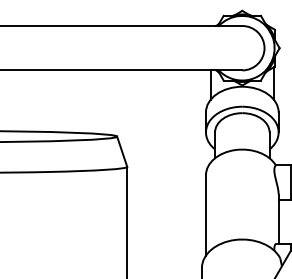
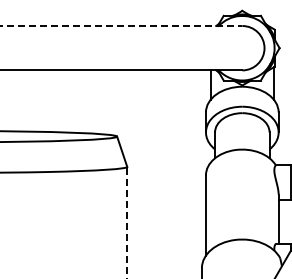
line at (121, 26): solid -> dashed
line at (127, 222): solid -> dashed
